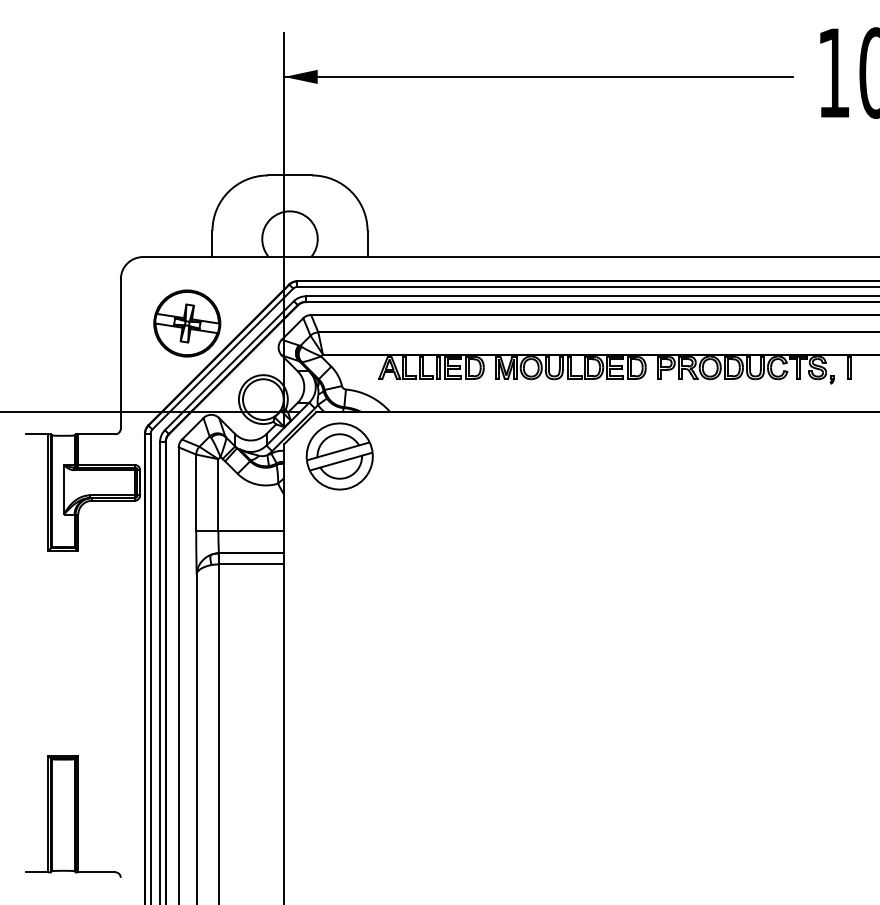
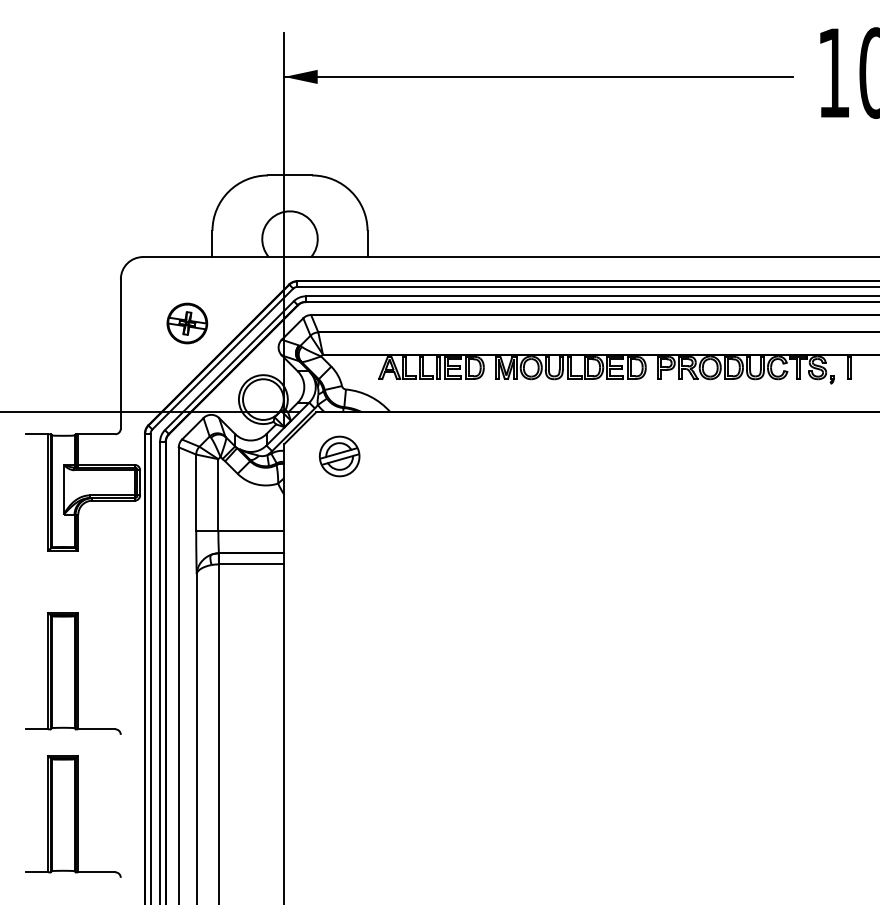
part at (187, 323) size: 69x69 px -> 43x43 px
part at (339, 456) size: 69x69 px -> 43x43 px
part at (73, 673): none -> present
